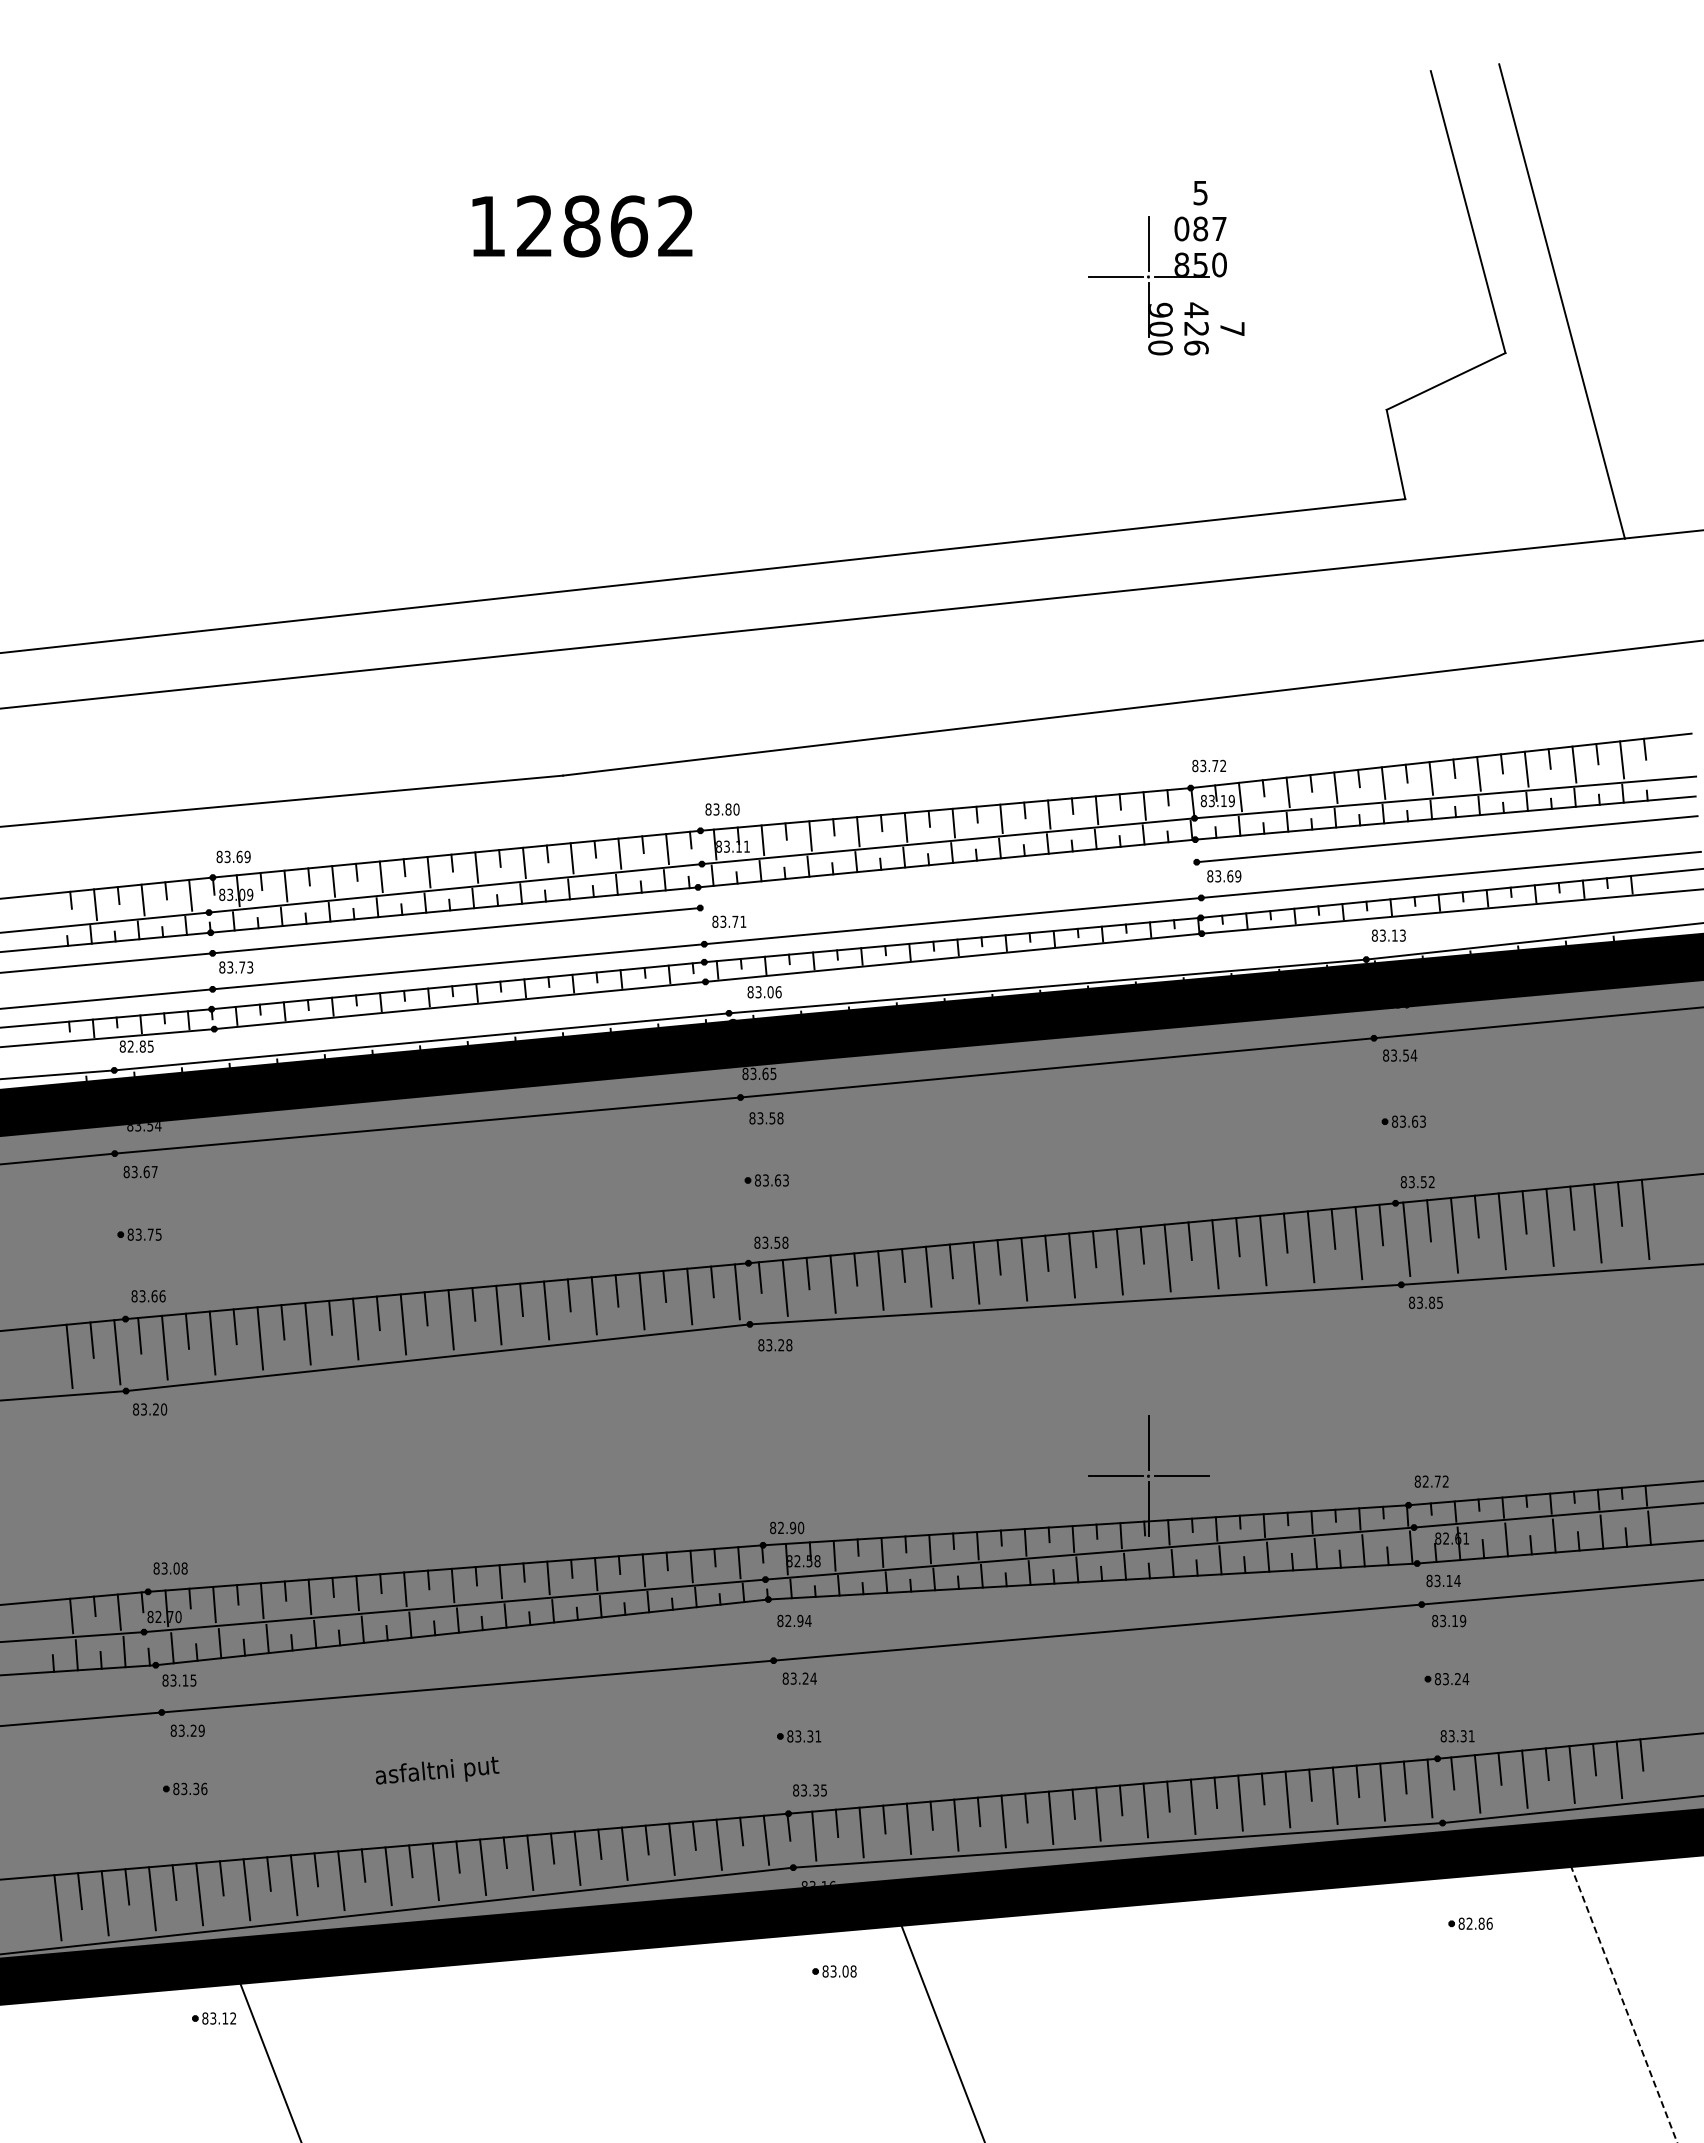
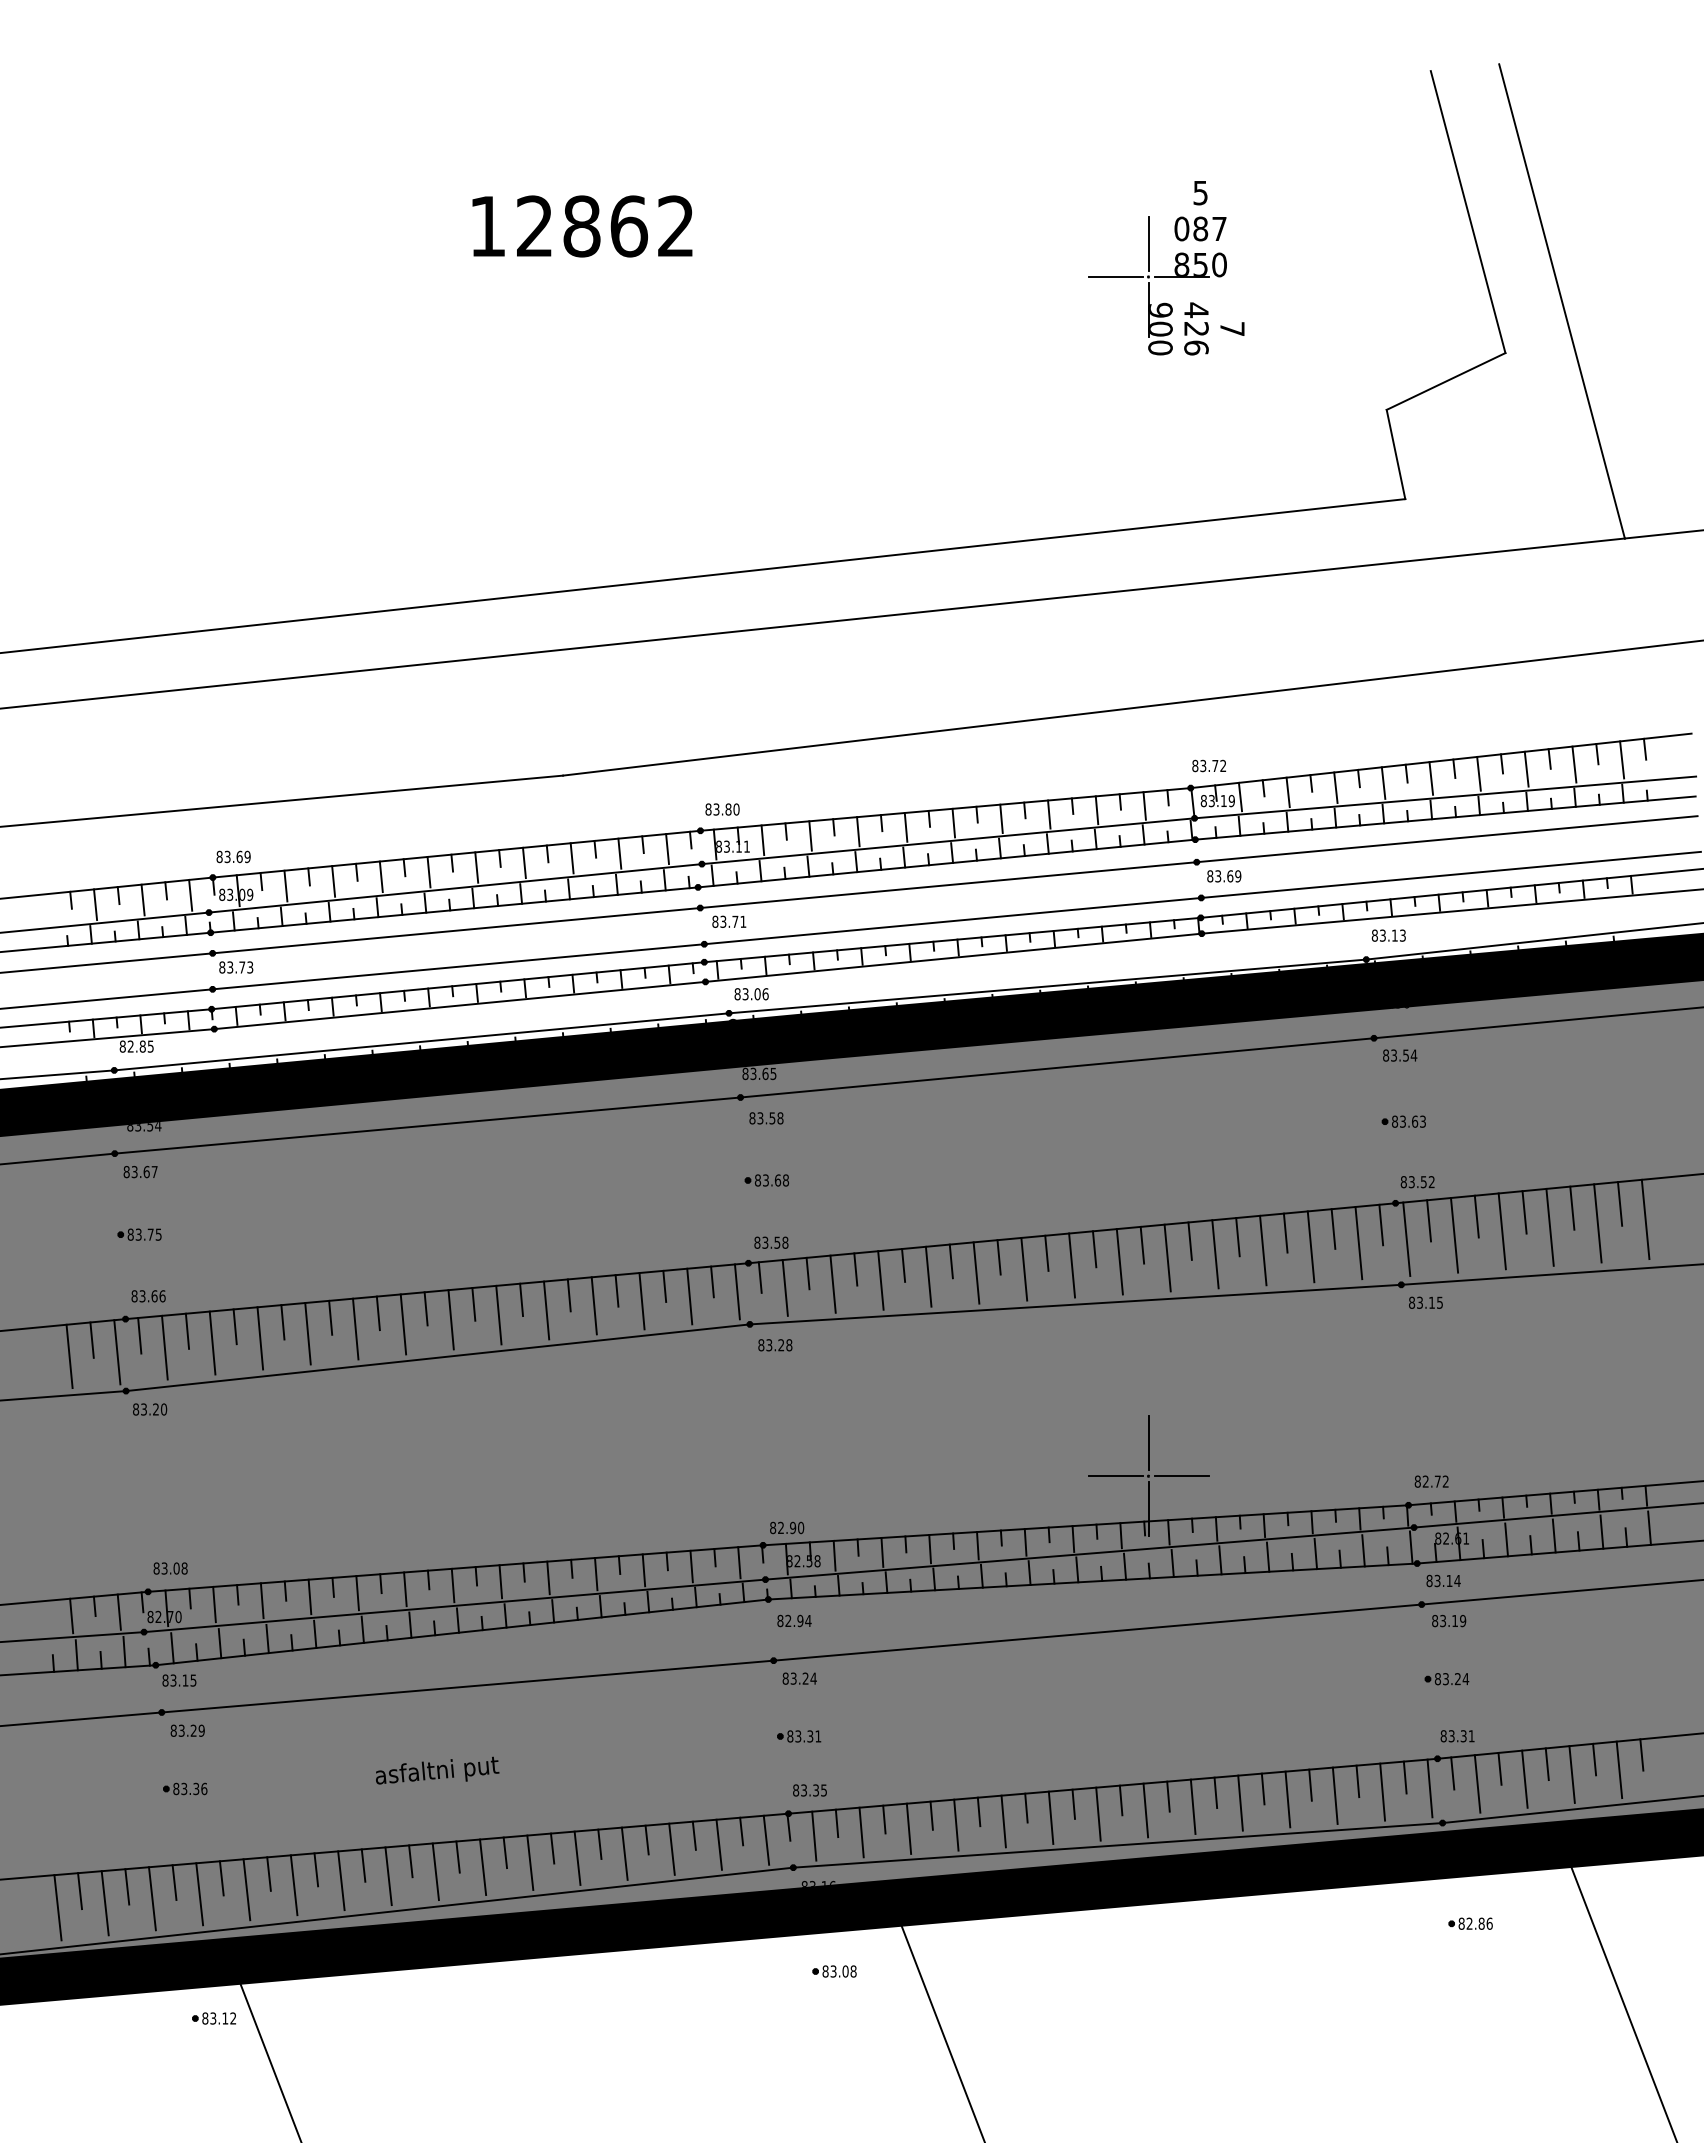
line at (948, 885): none -> present
text at (764, 992) position: (764, 992) -> (751, 994)
text at (785, 1180): 83.63 -> 83.68
text at (1431, 1302): 83.85 -> 83.15
line at (1620, 1993): dashed -> solid
